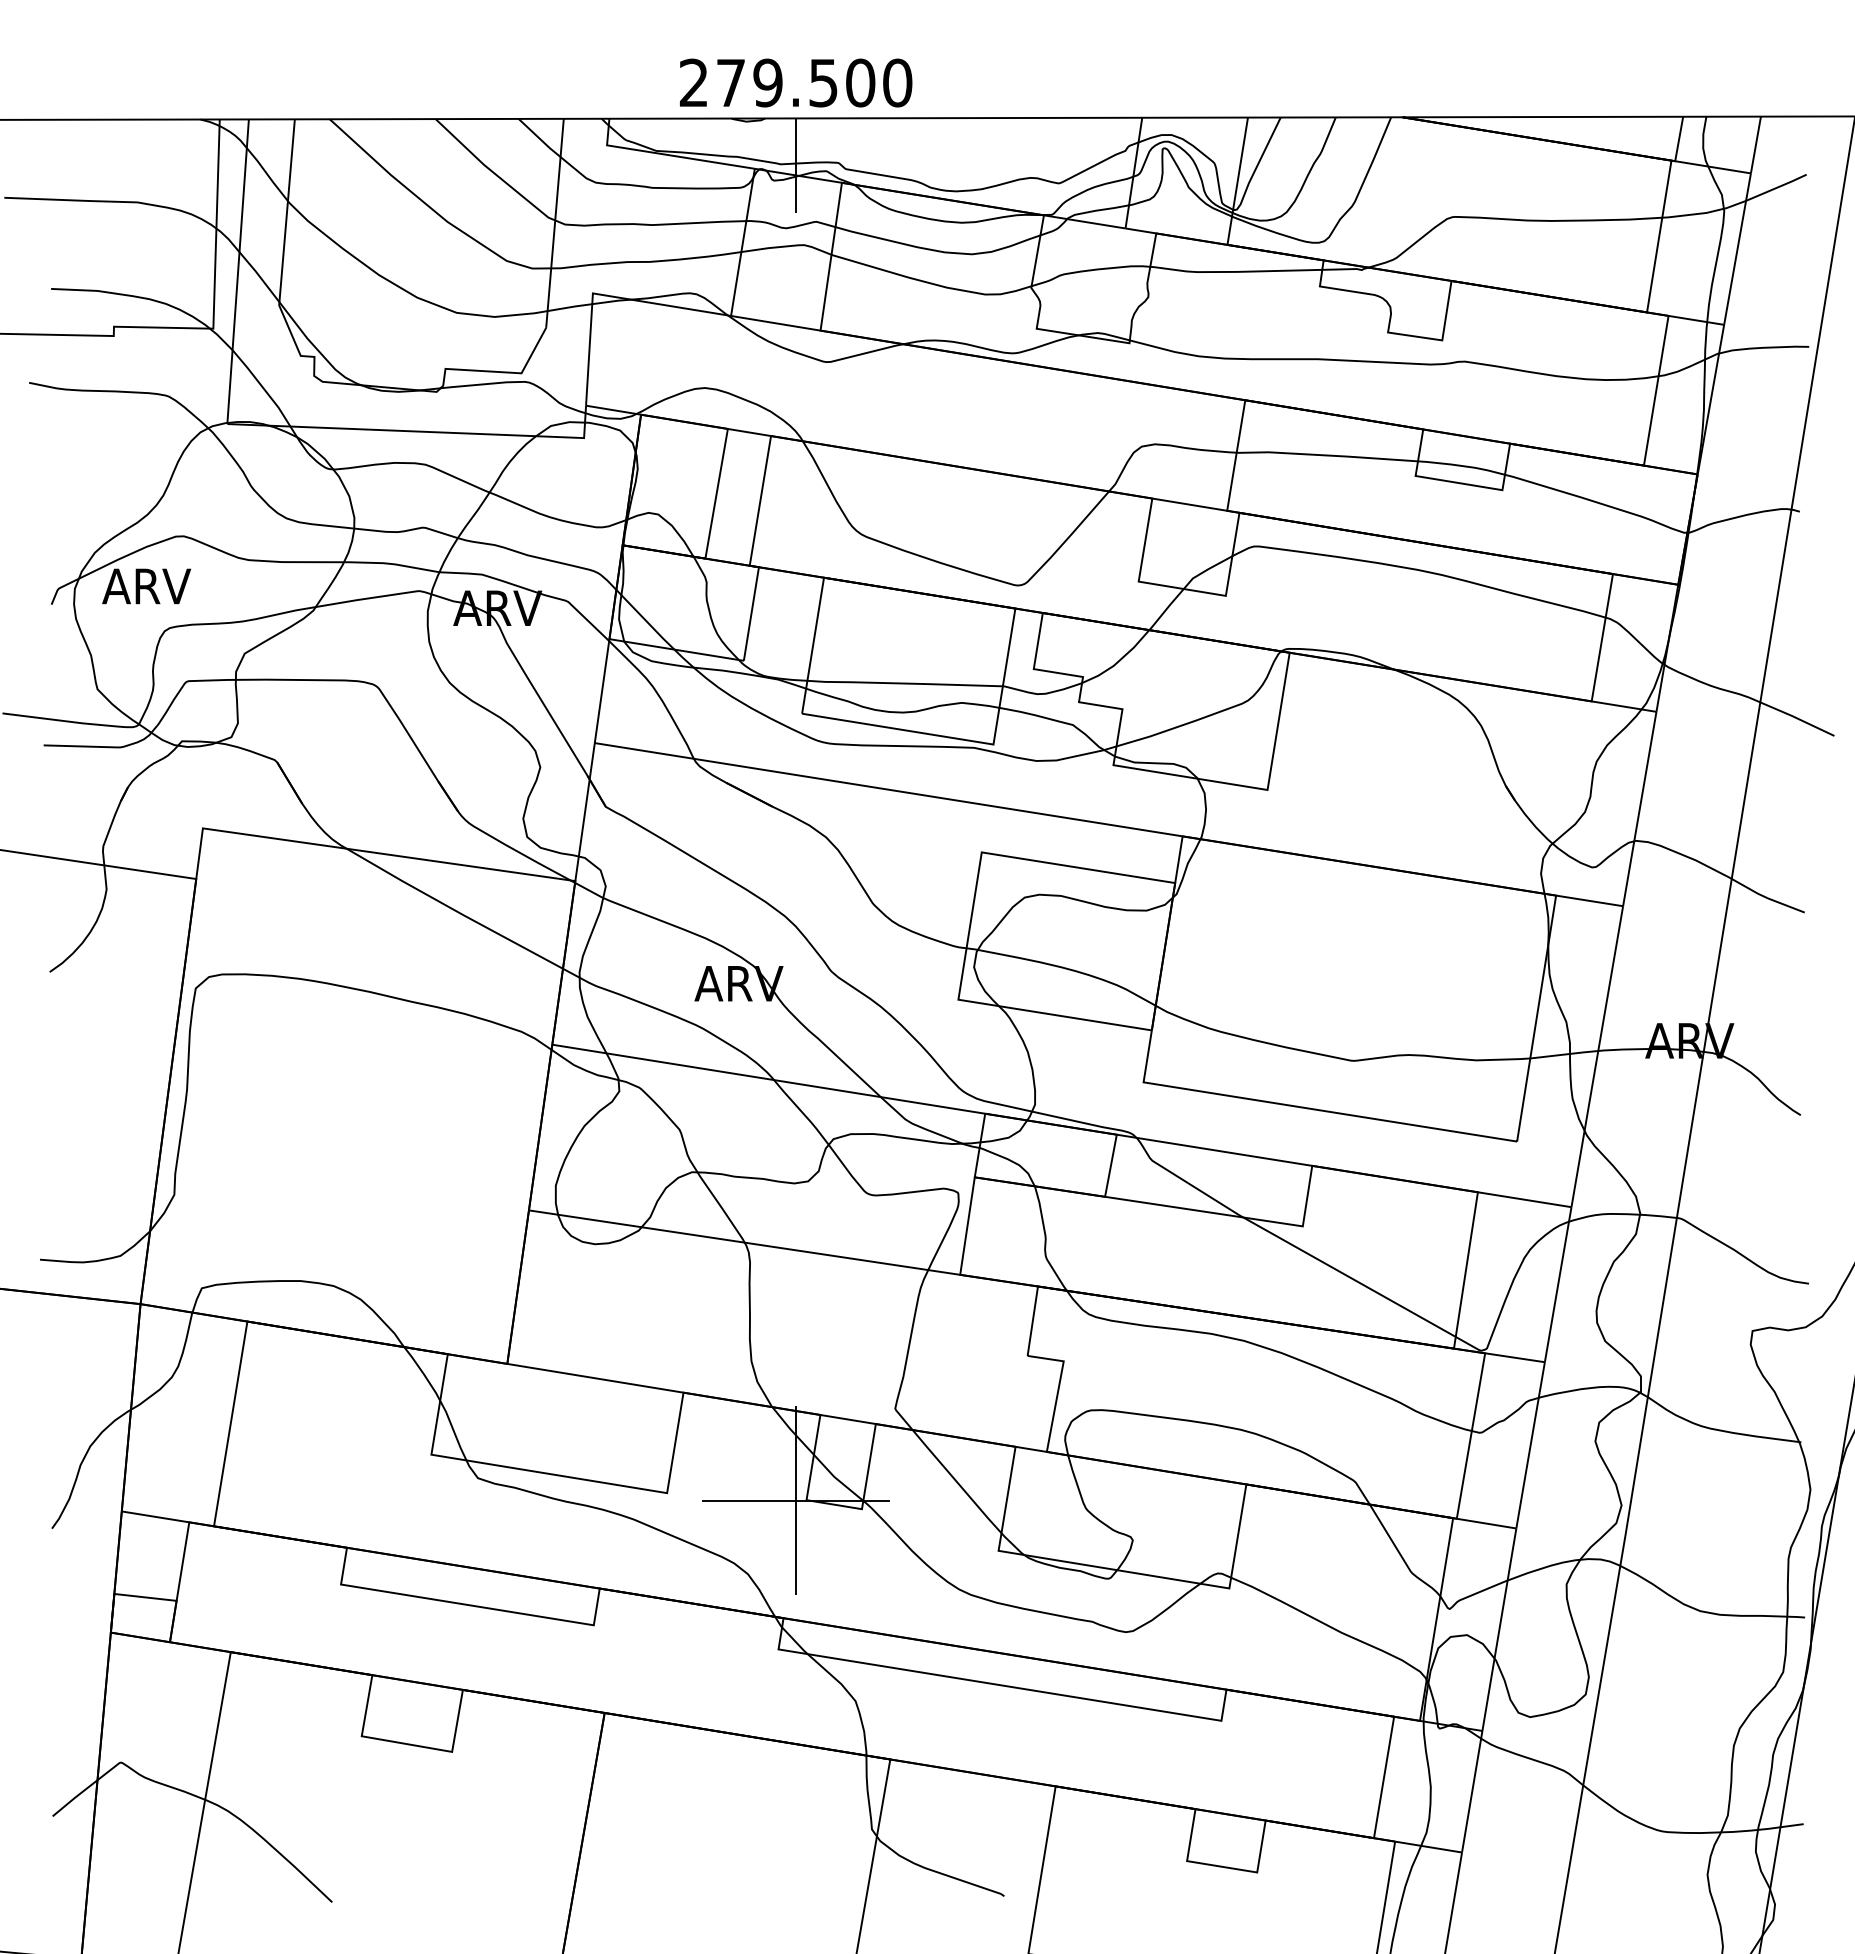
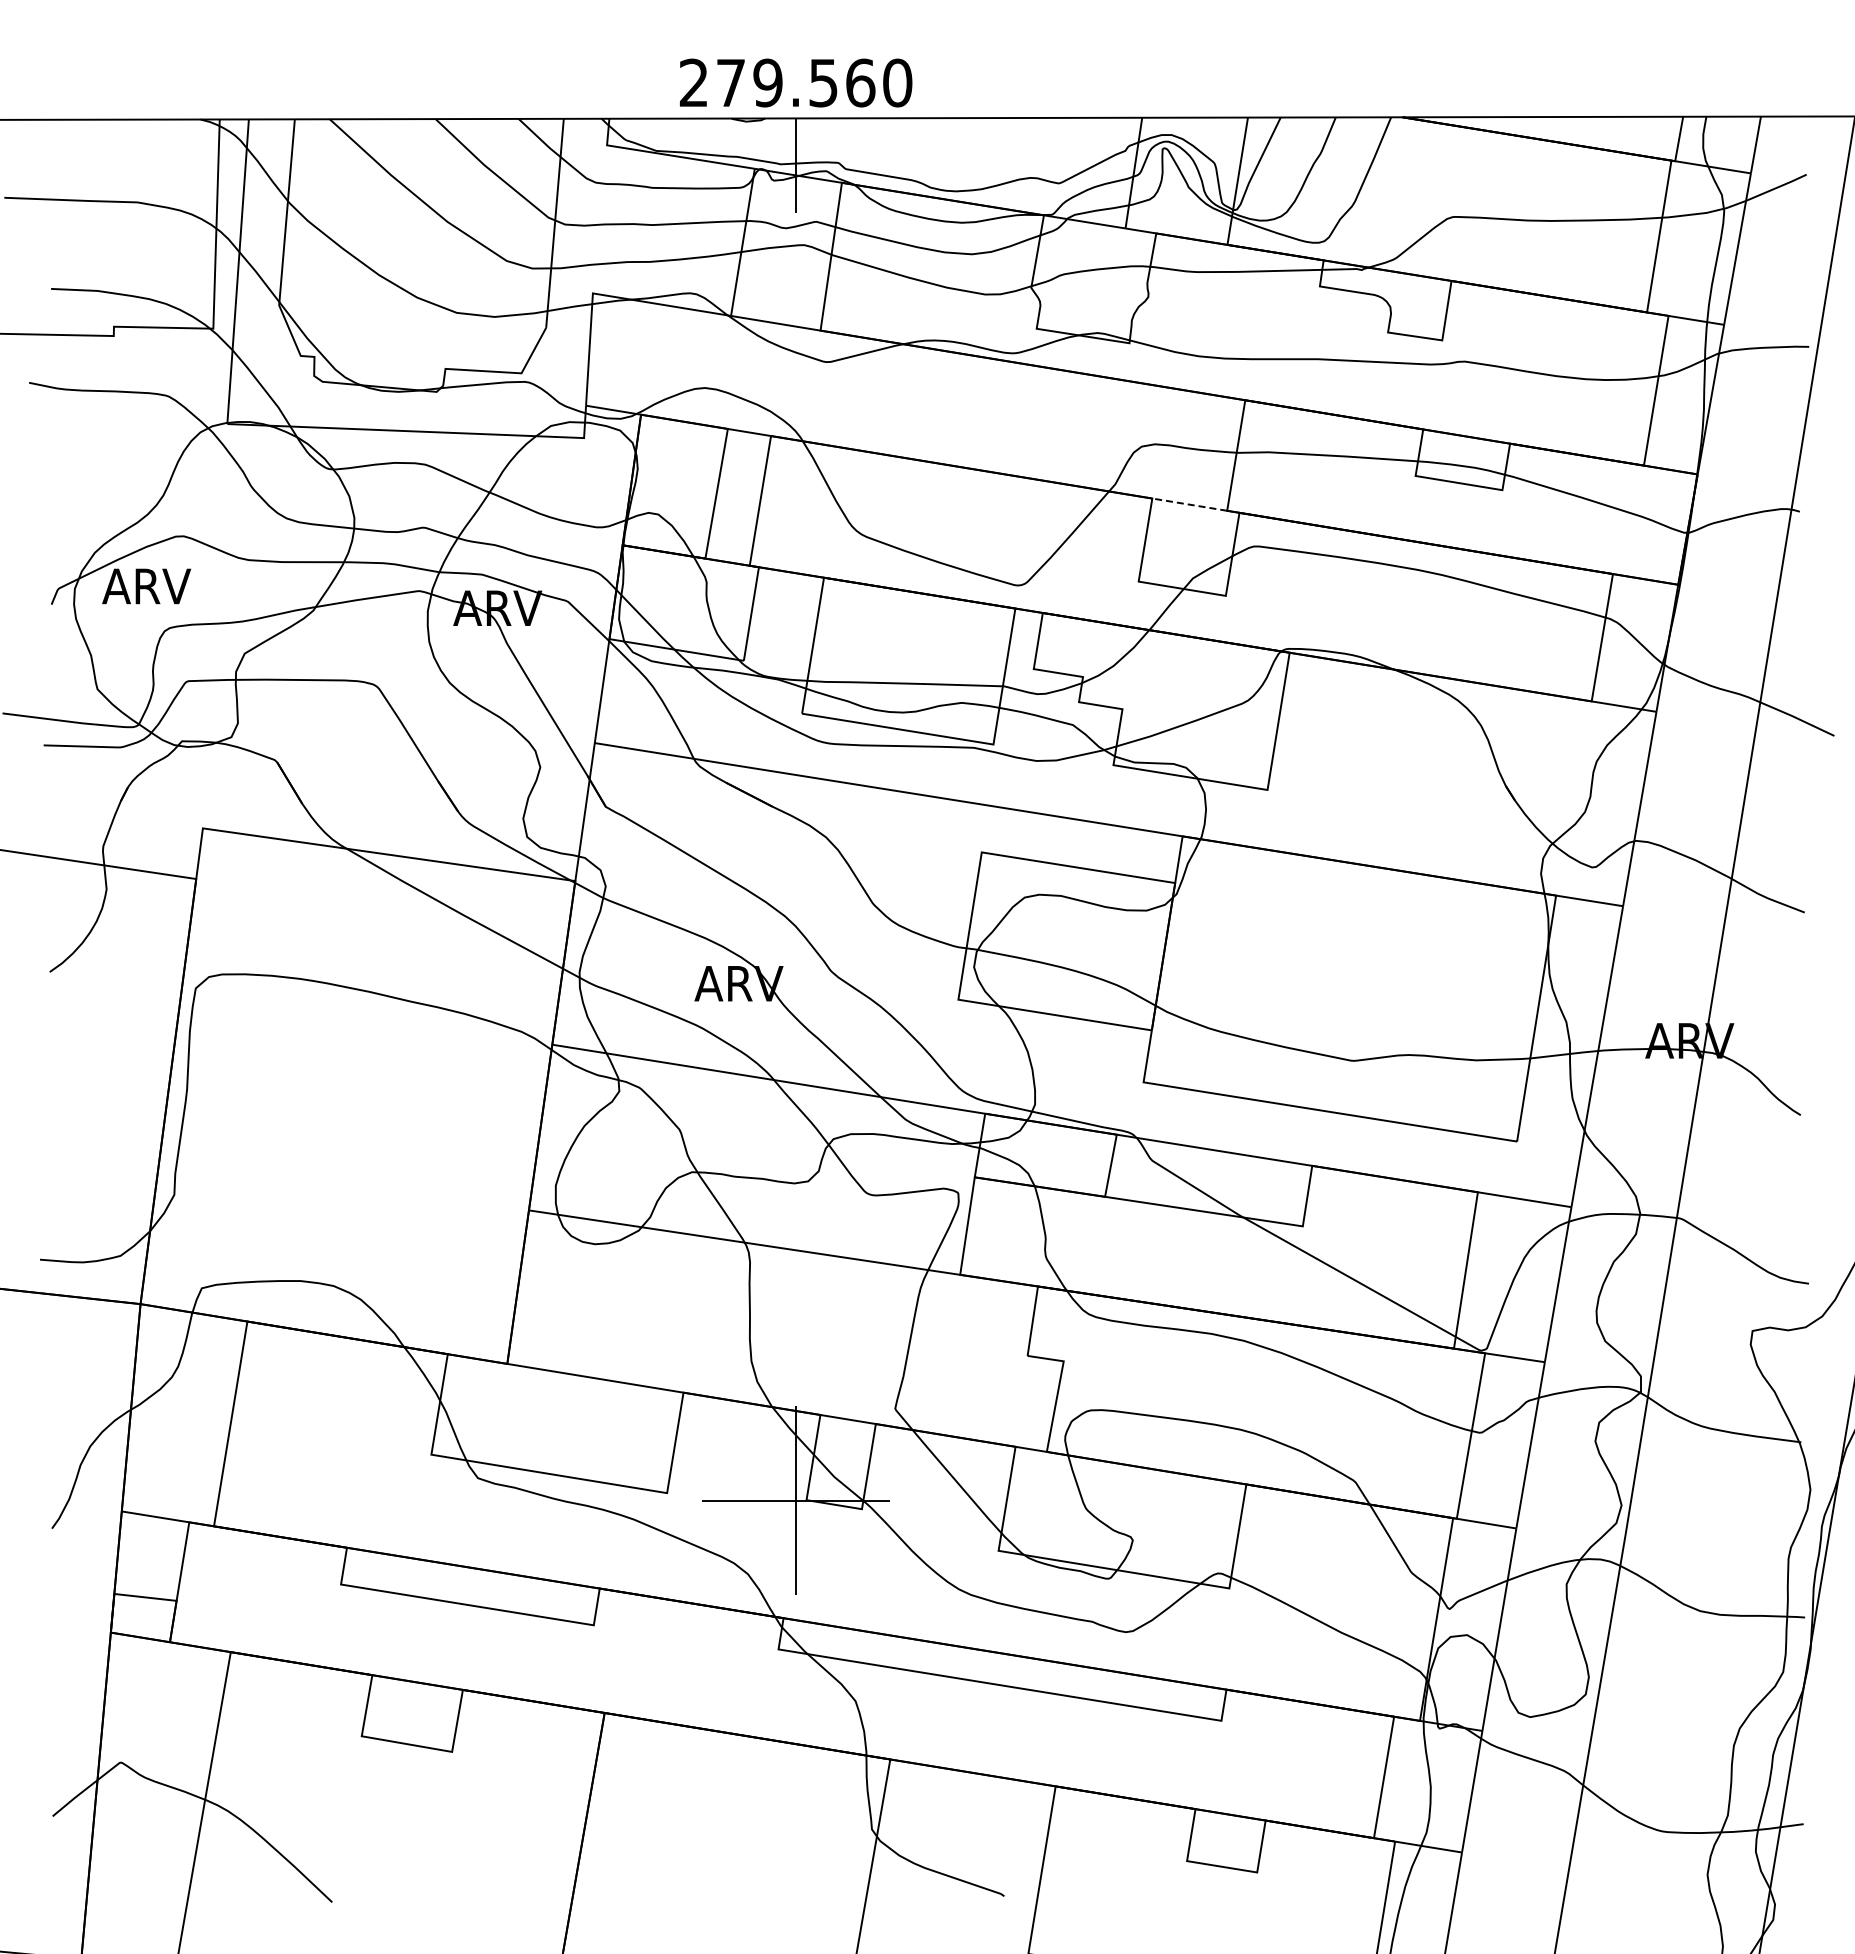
text at (860, 82): 279.500 -> 279.560
line at (1189, 504): solid -> dashed
